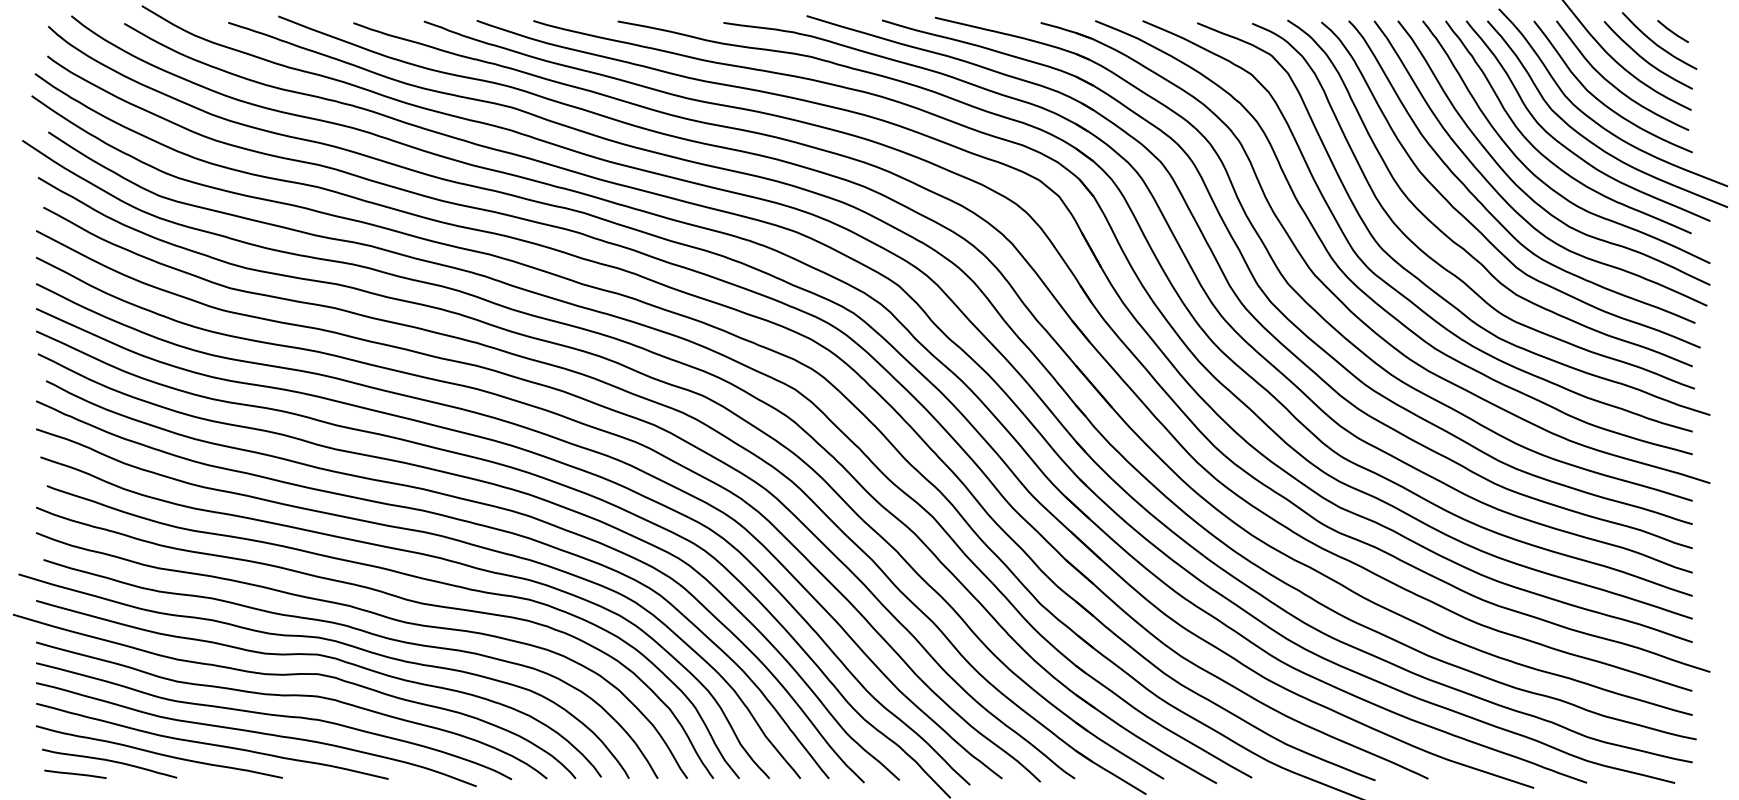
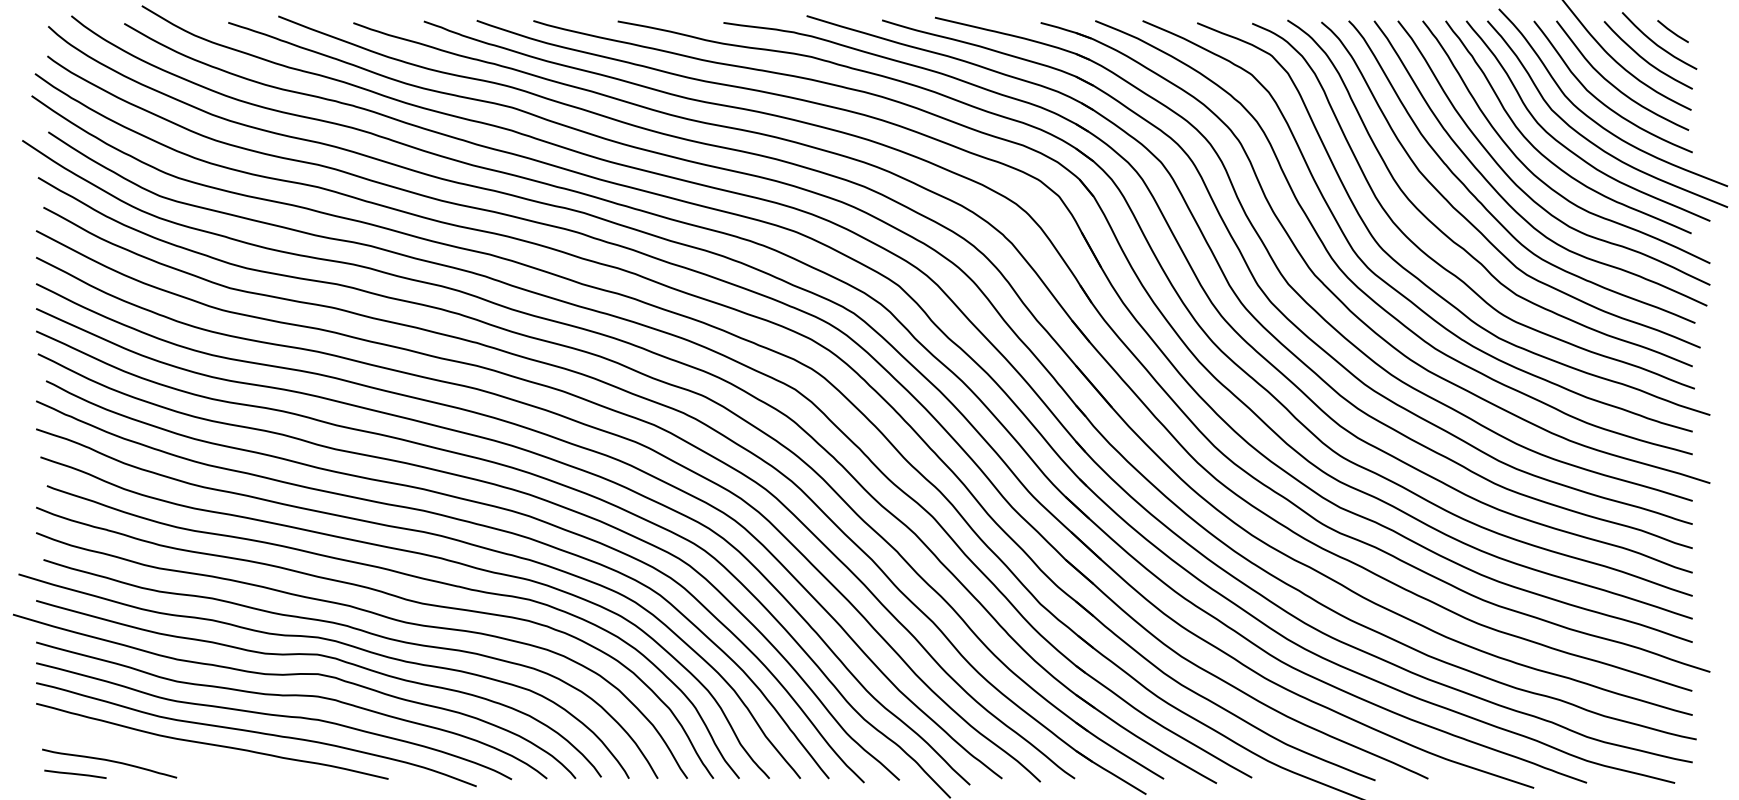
curve at (157, 752): present -> none
